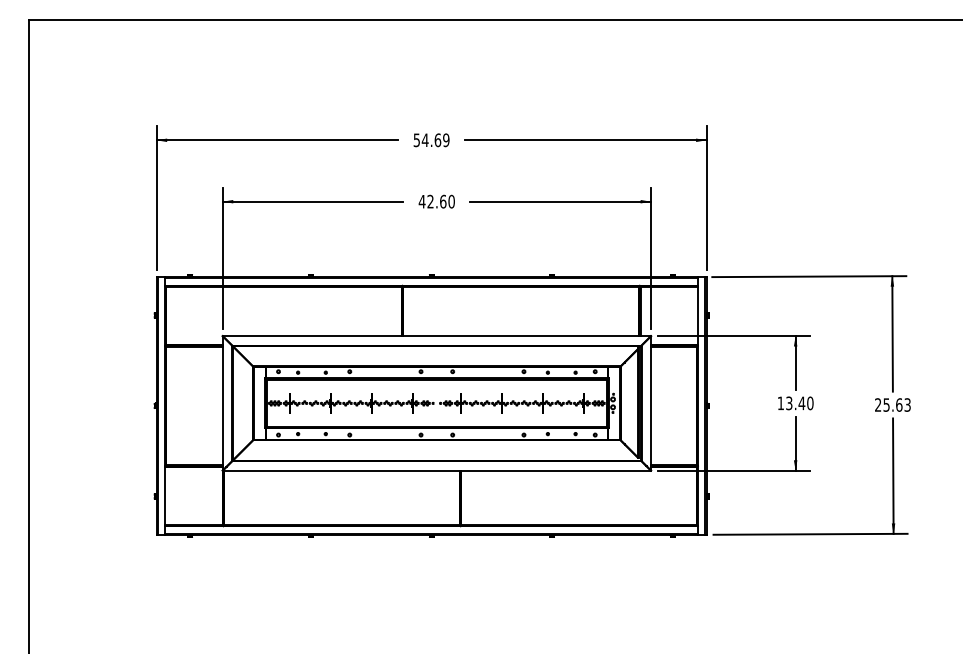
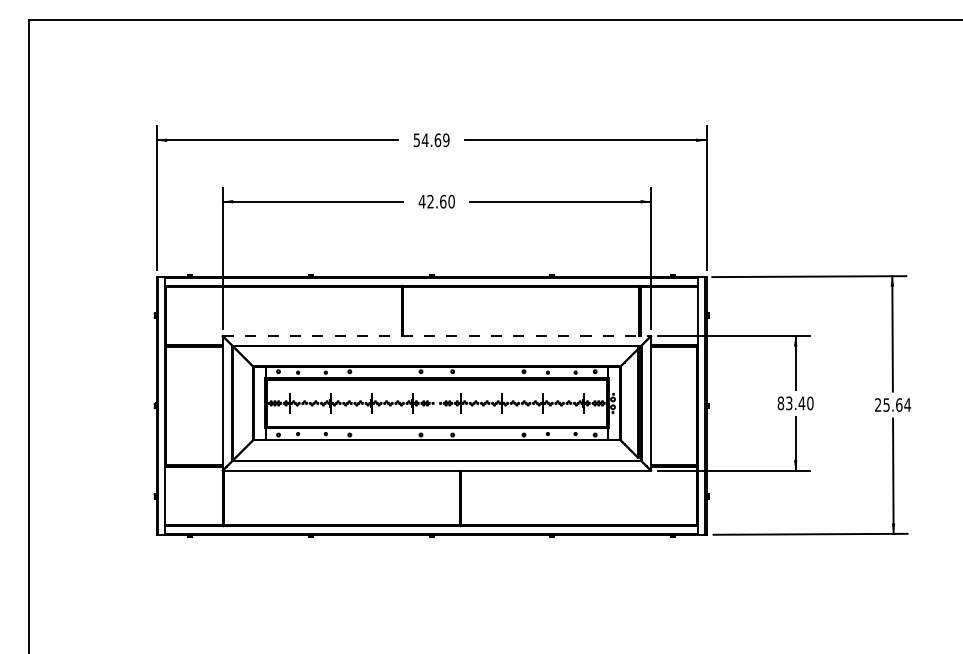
line at (437, 336): solid -> dashed
text at (780, 403): 13.40 -> 83.40
text at (907, 404): 25.63 -> 25.64
